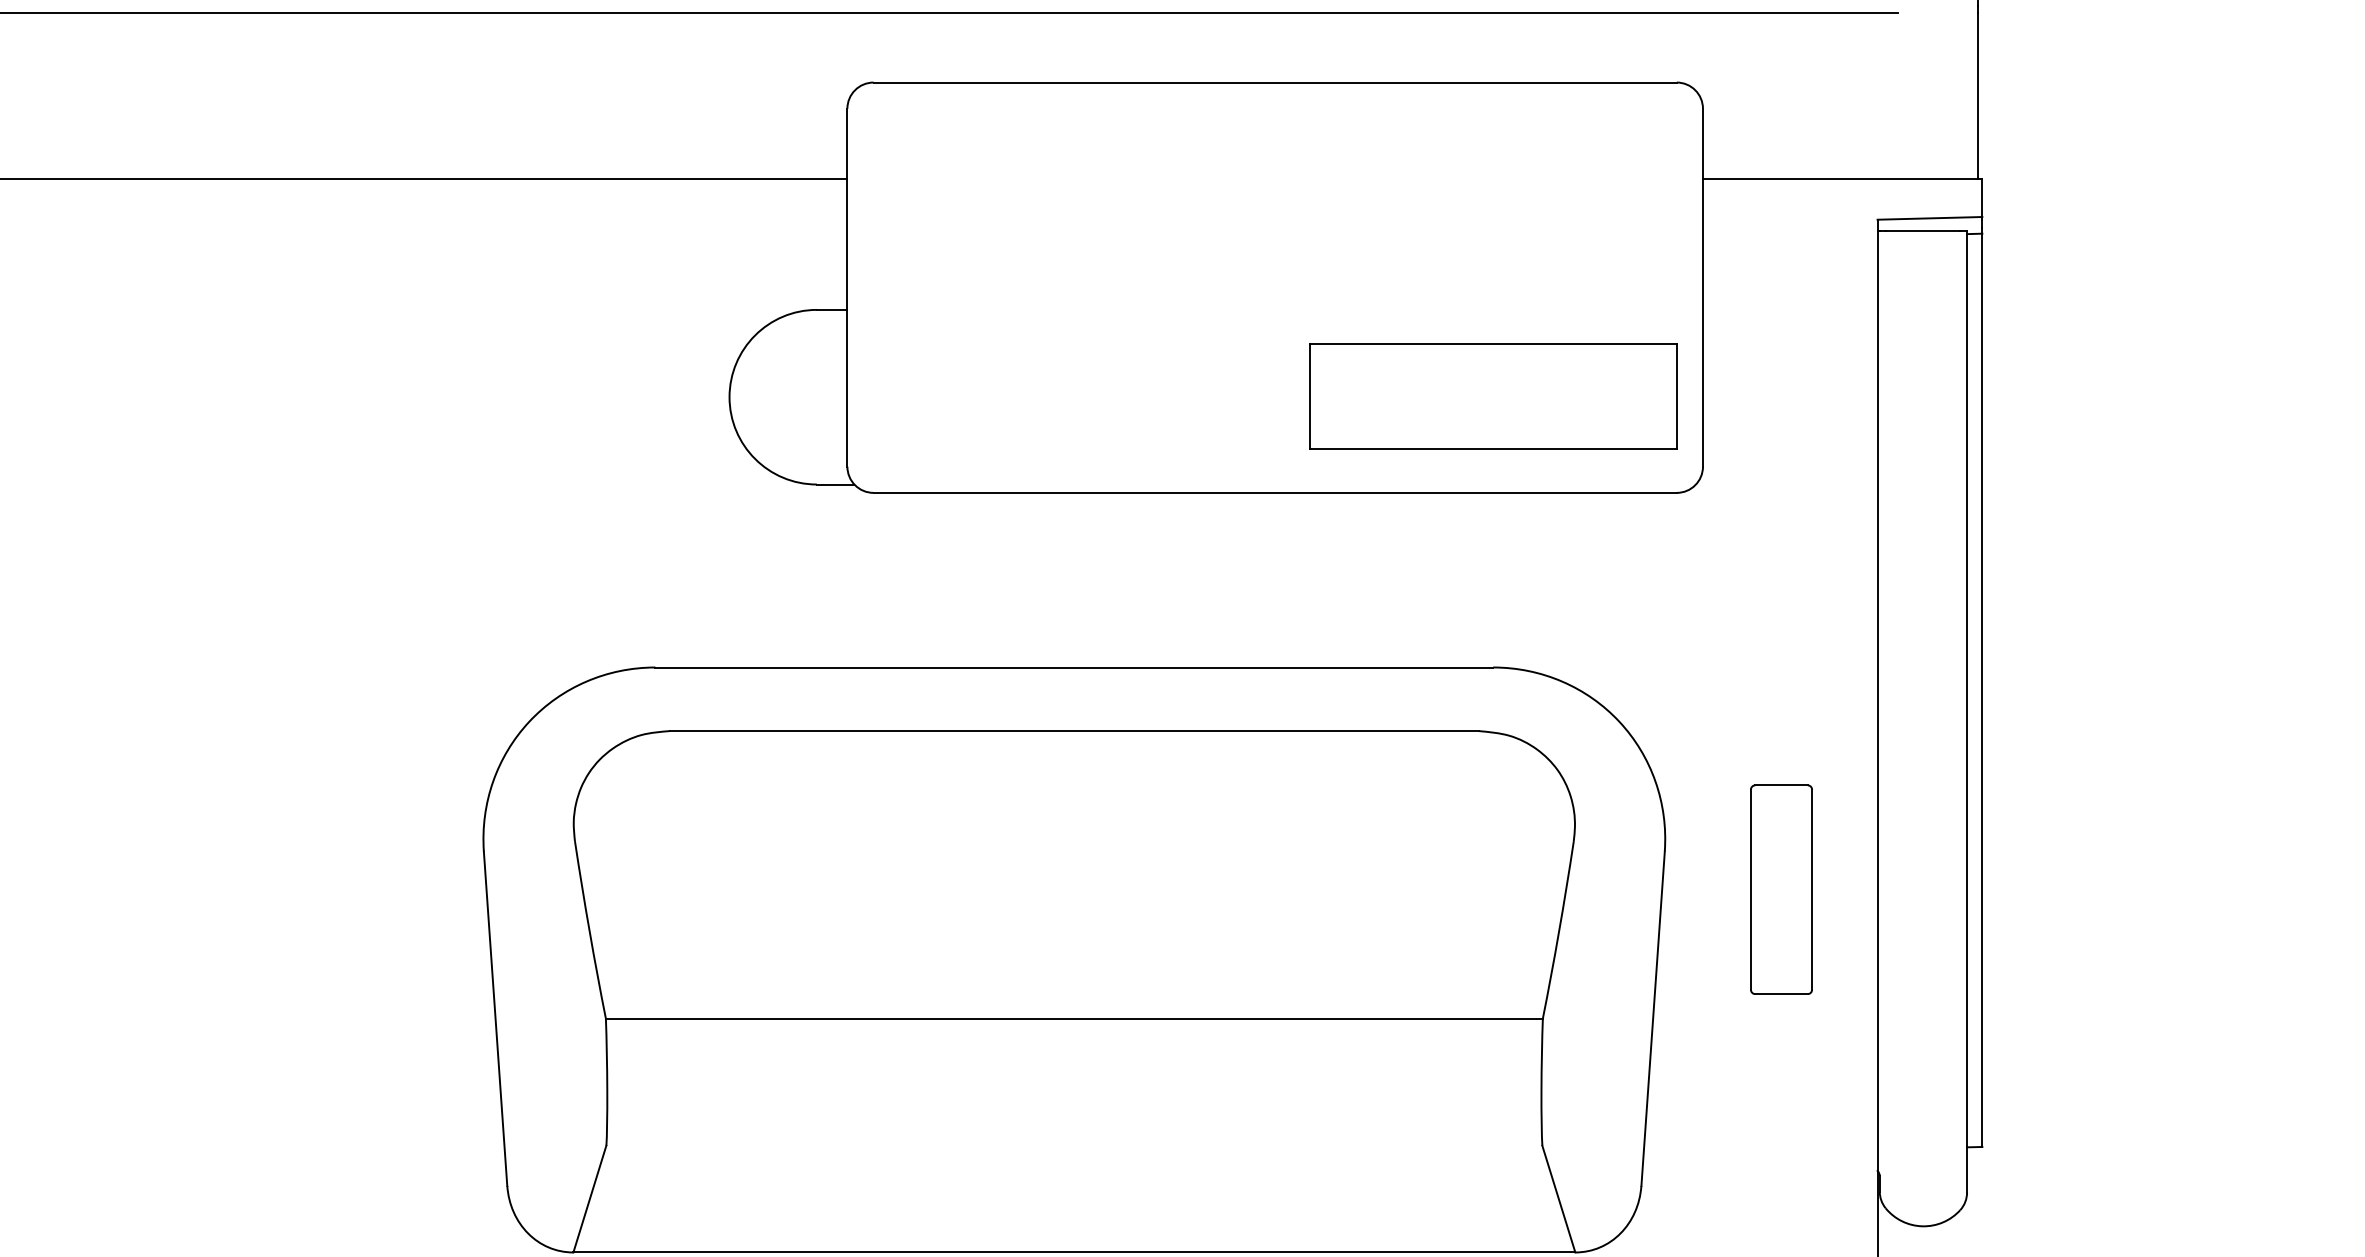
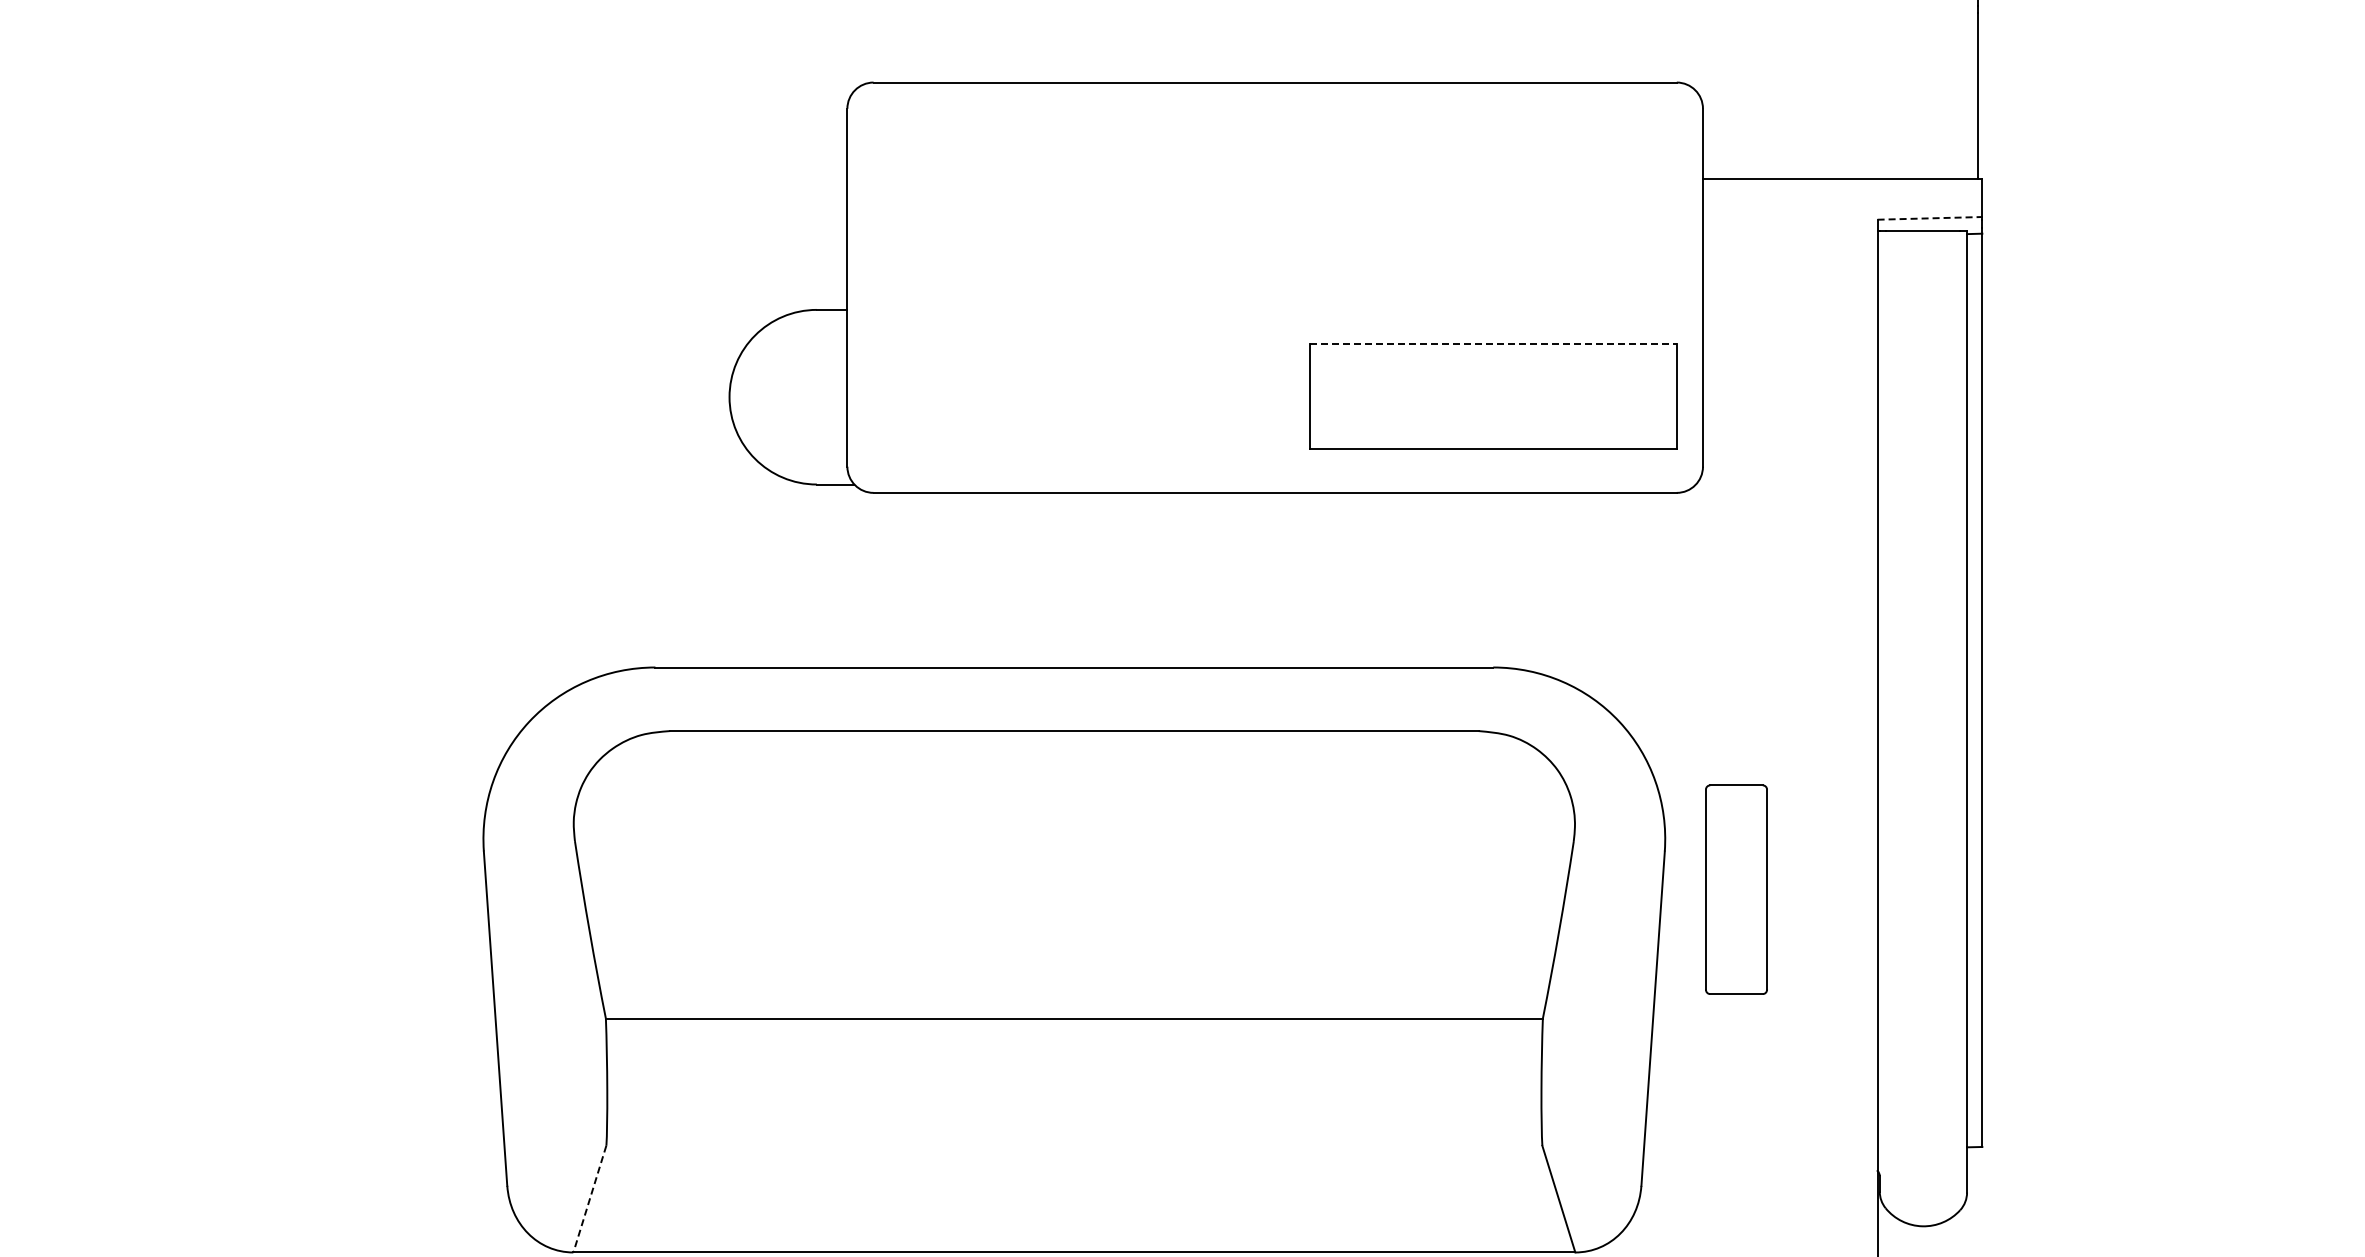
line at (950, 13): present -> none
line at (424, 178): present -> none
line at (1930, 218): solid -> dashed
line at (1493, 344): solid -> dashed
part at (1781, 889) position: (1781, 889) -> (1736, 889)
line at (589, 1199): solid -> dashed
